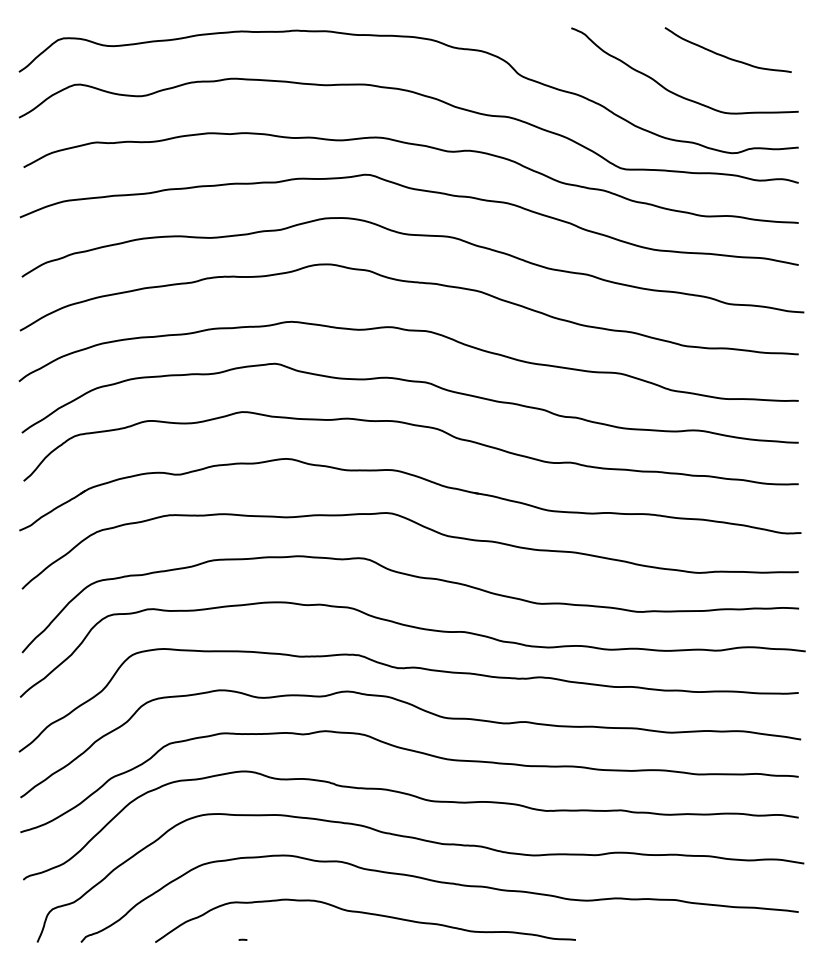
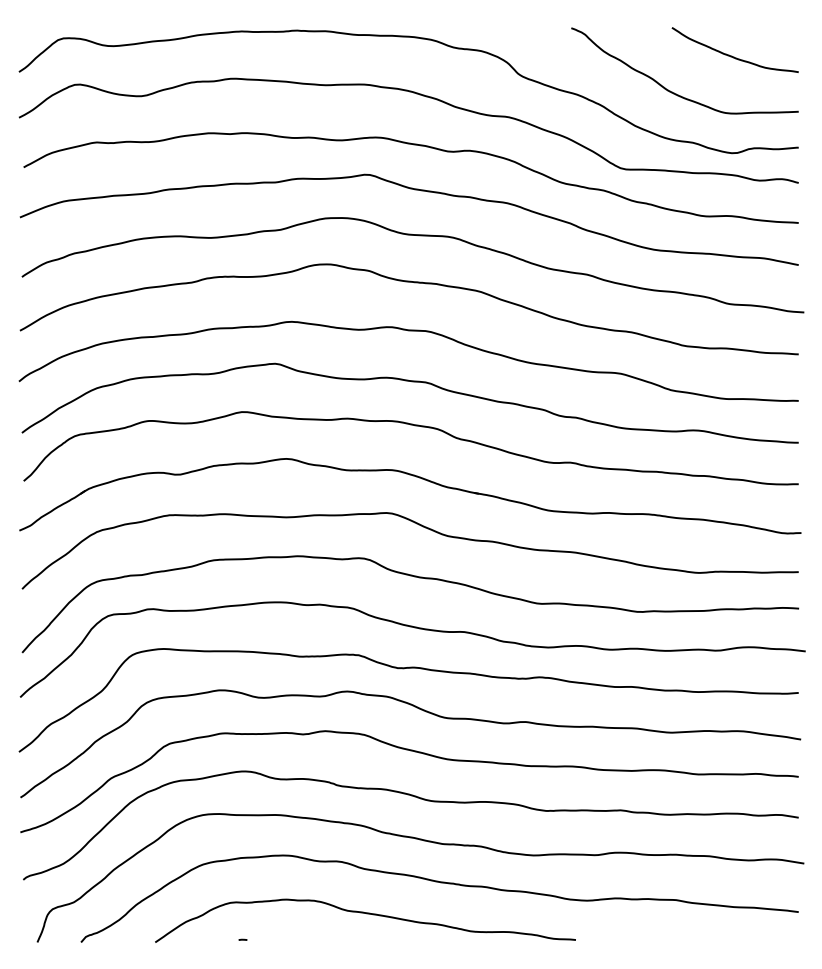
curve at (724, 55) position: (724, 55) -> (731, 55)
